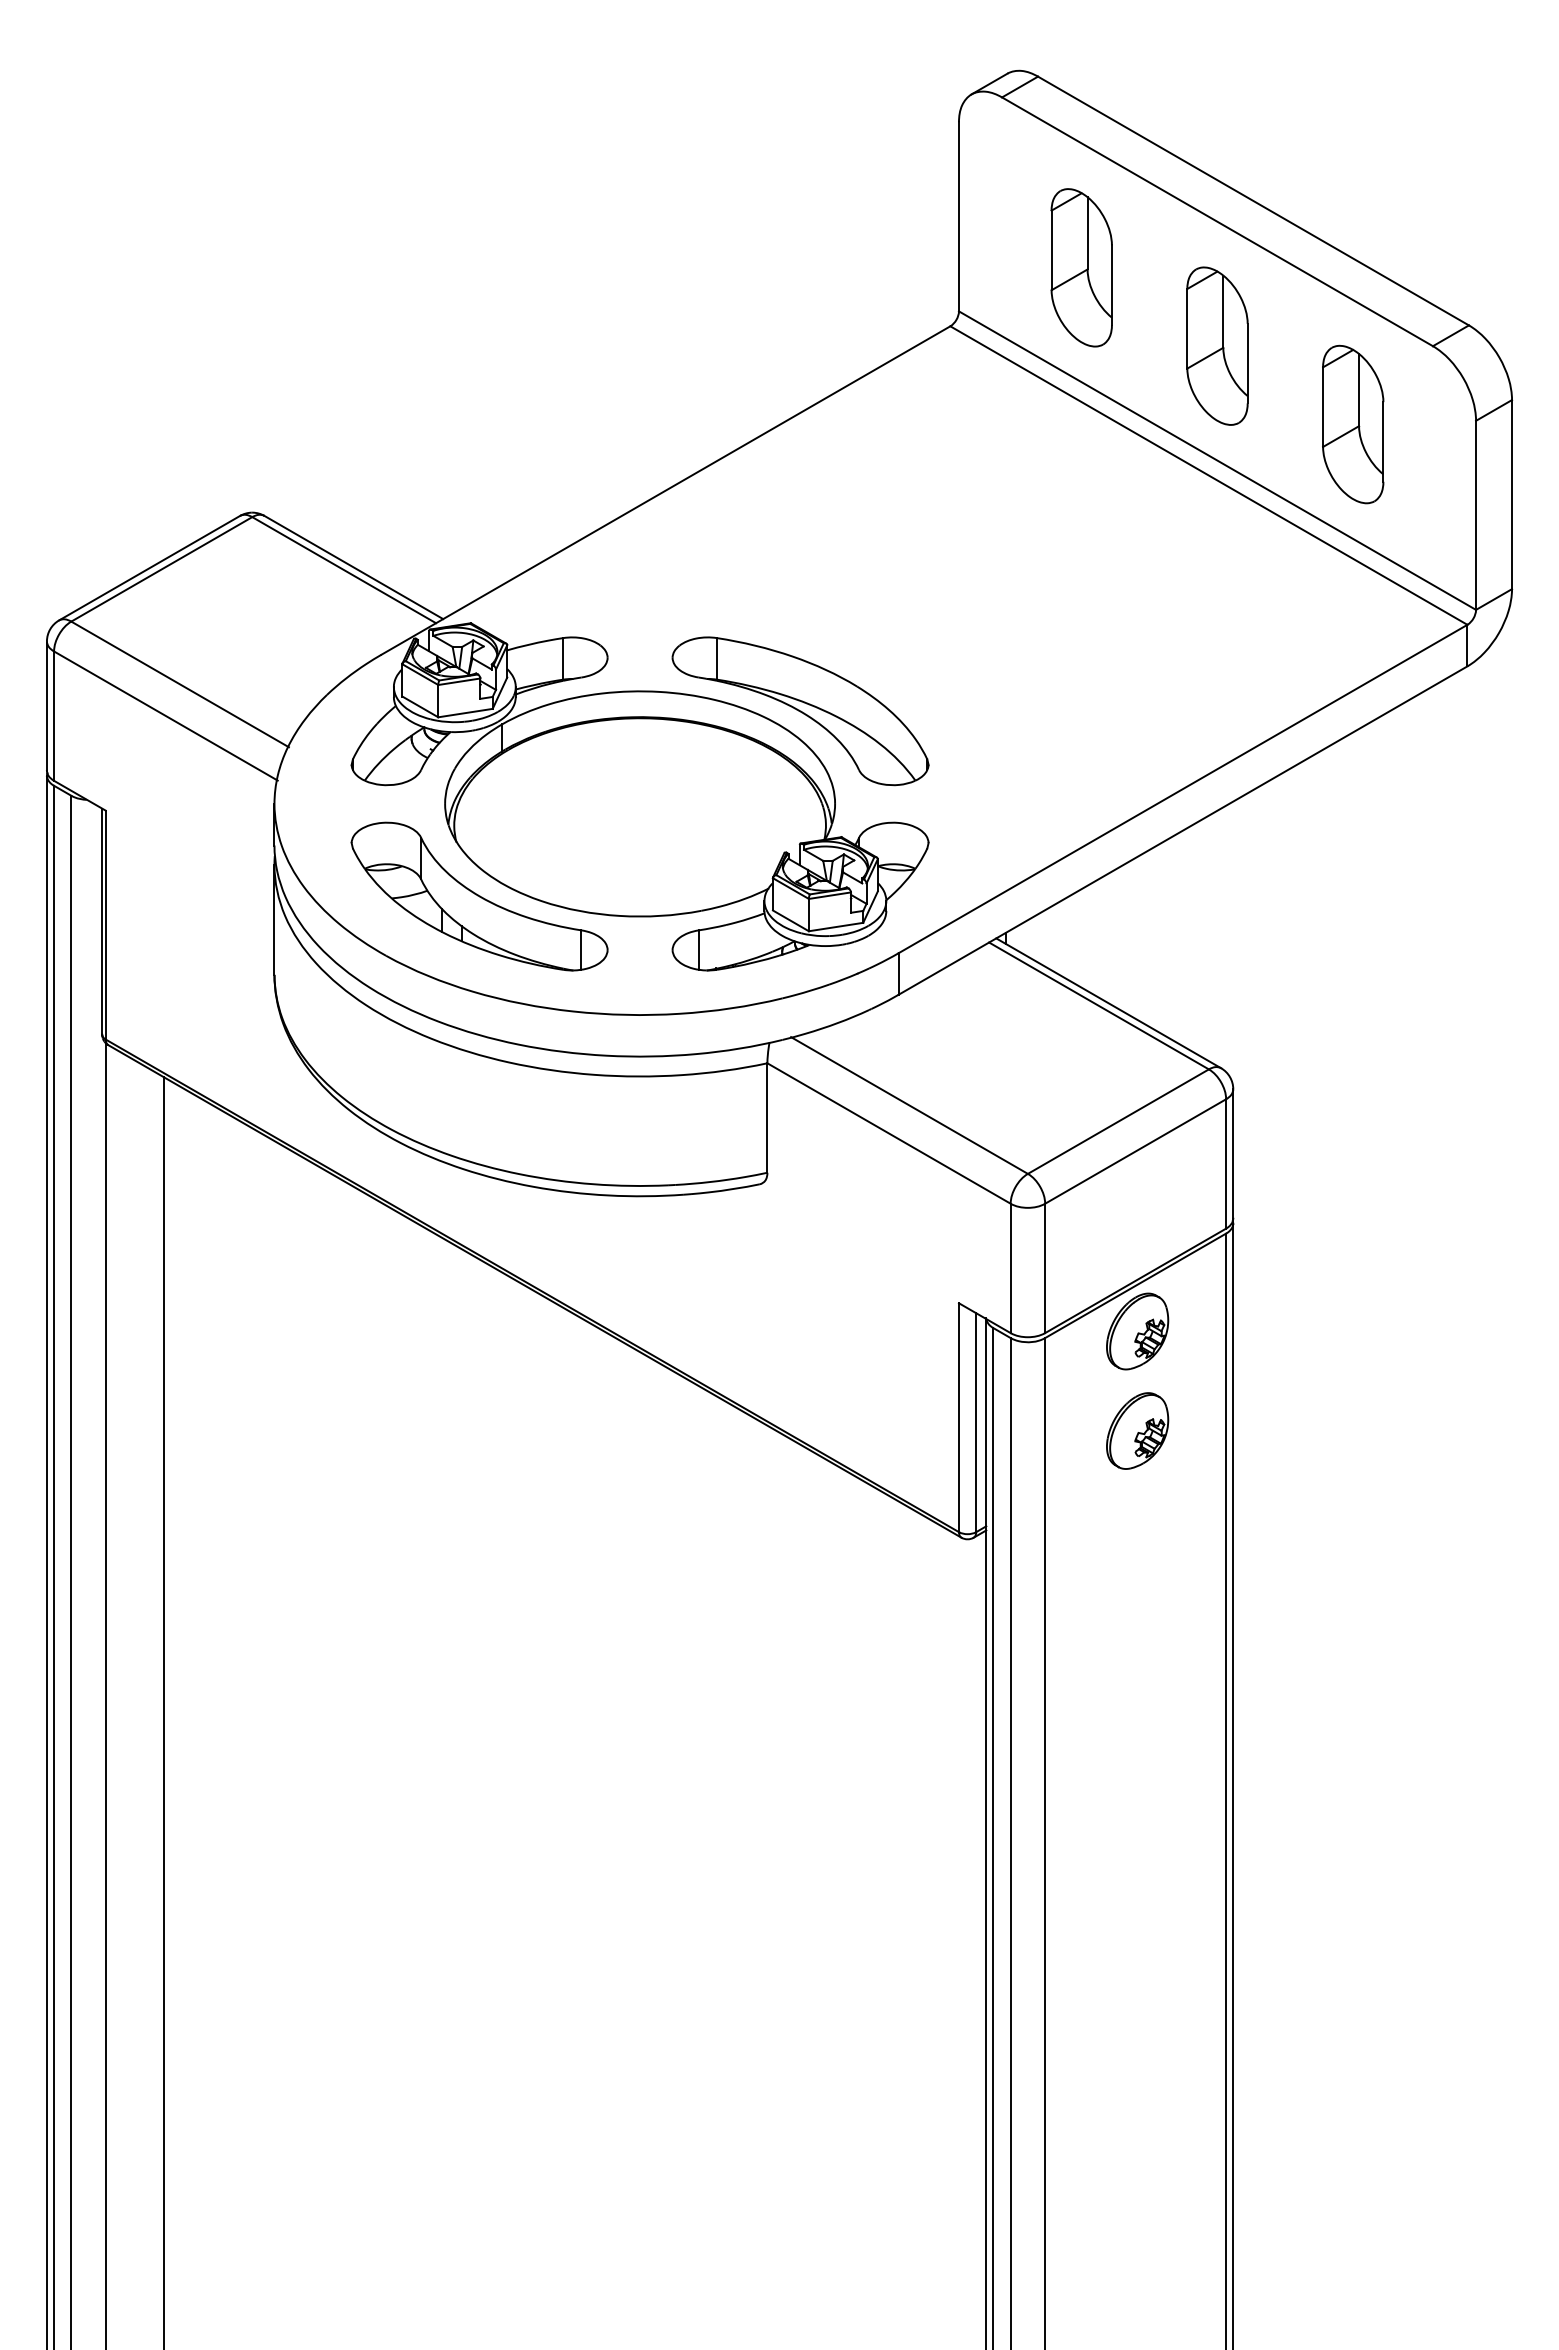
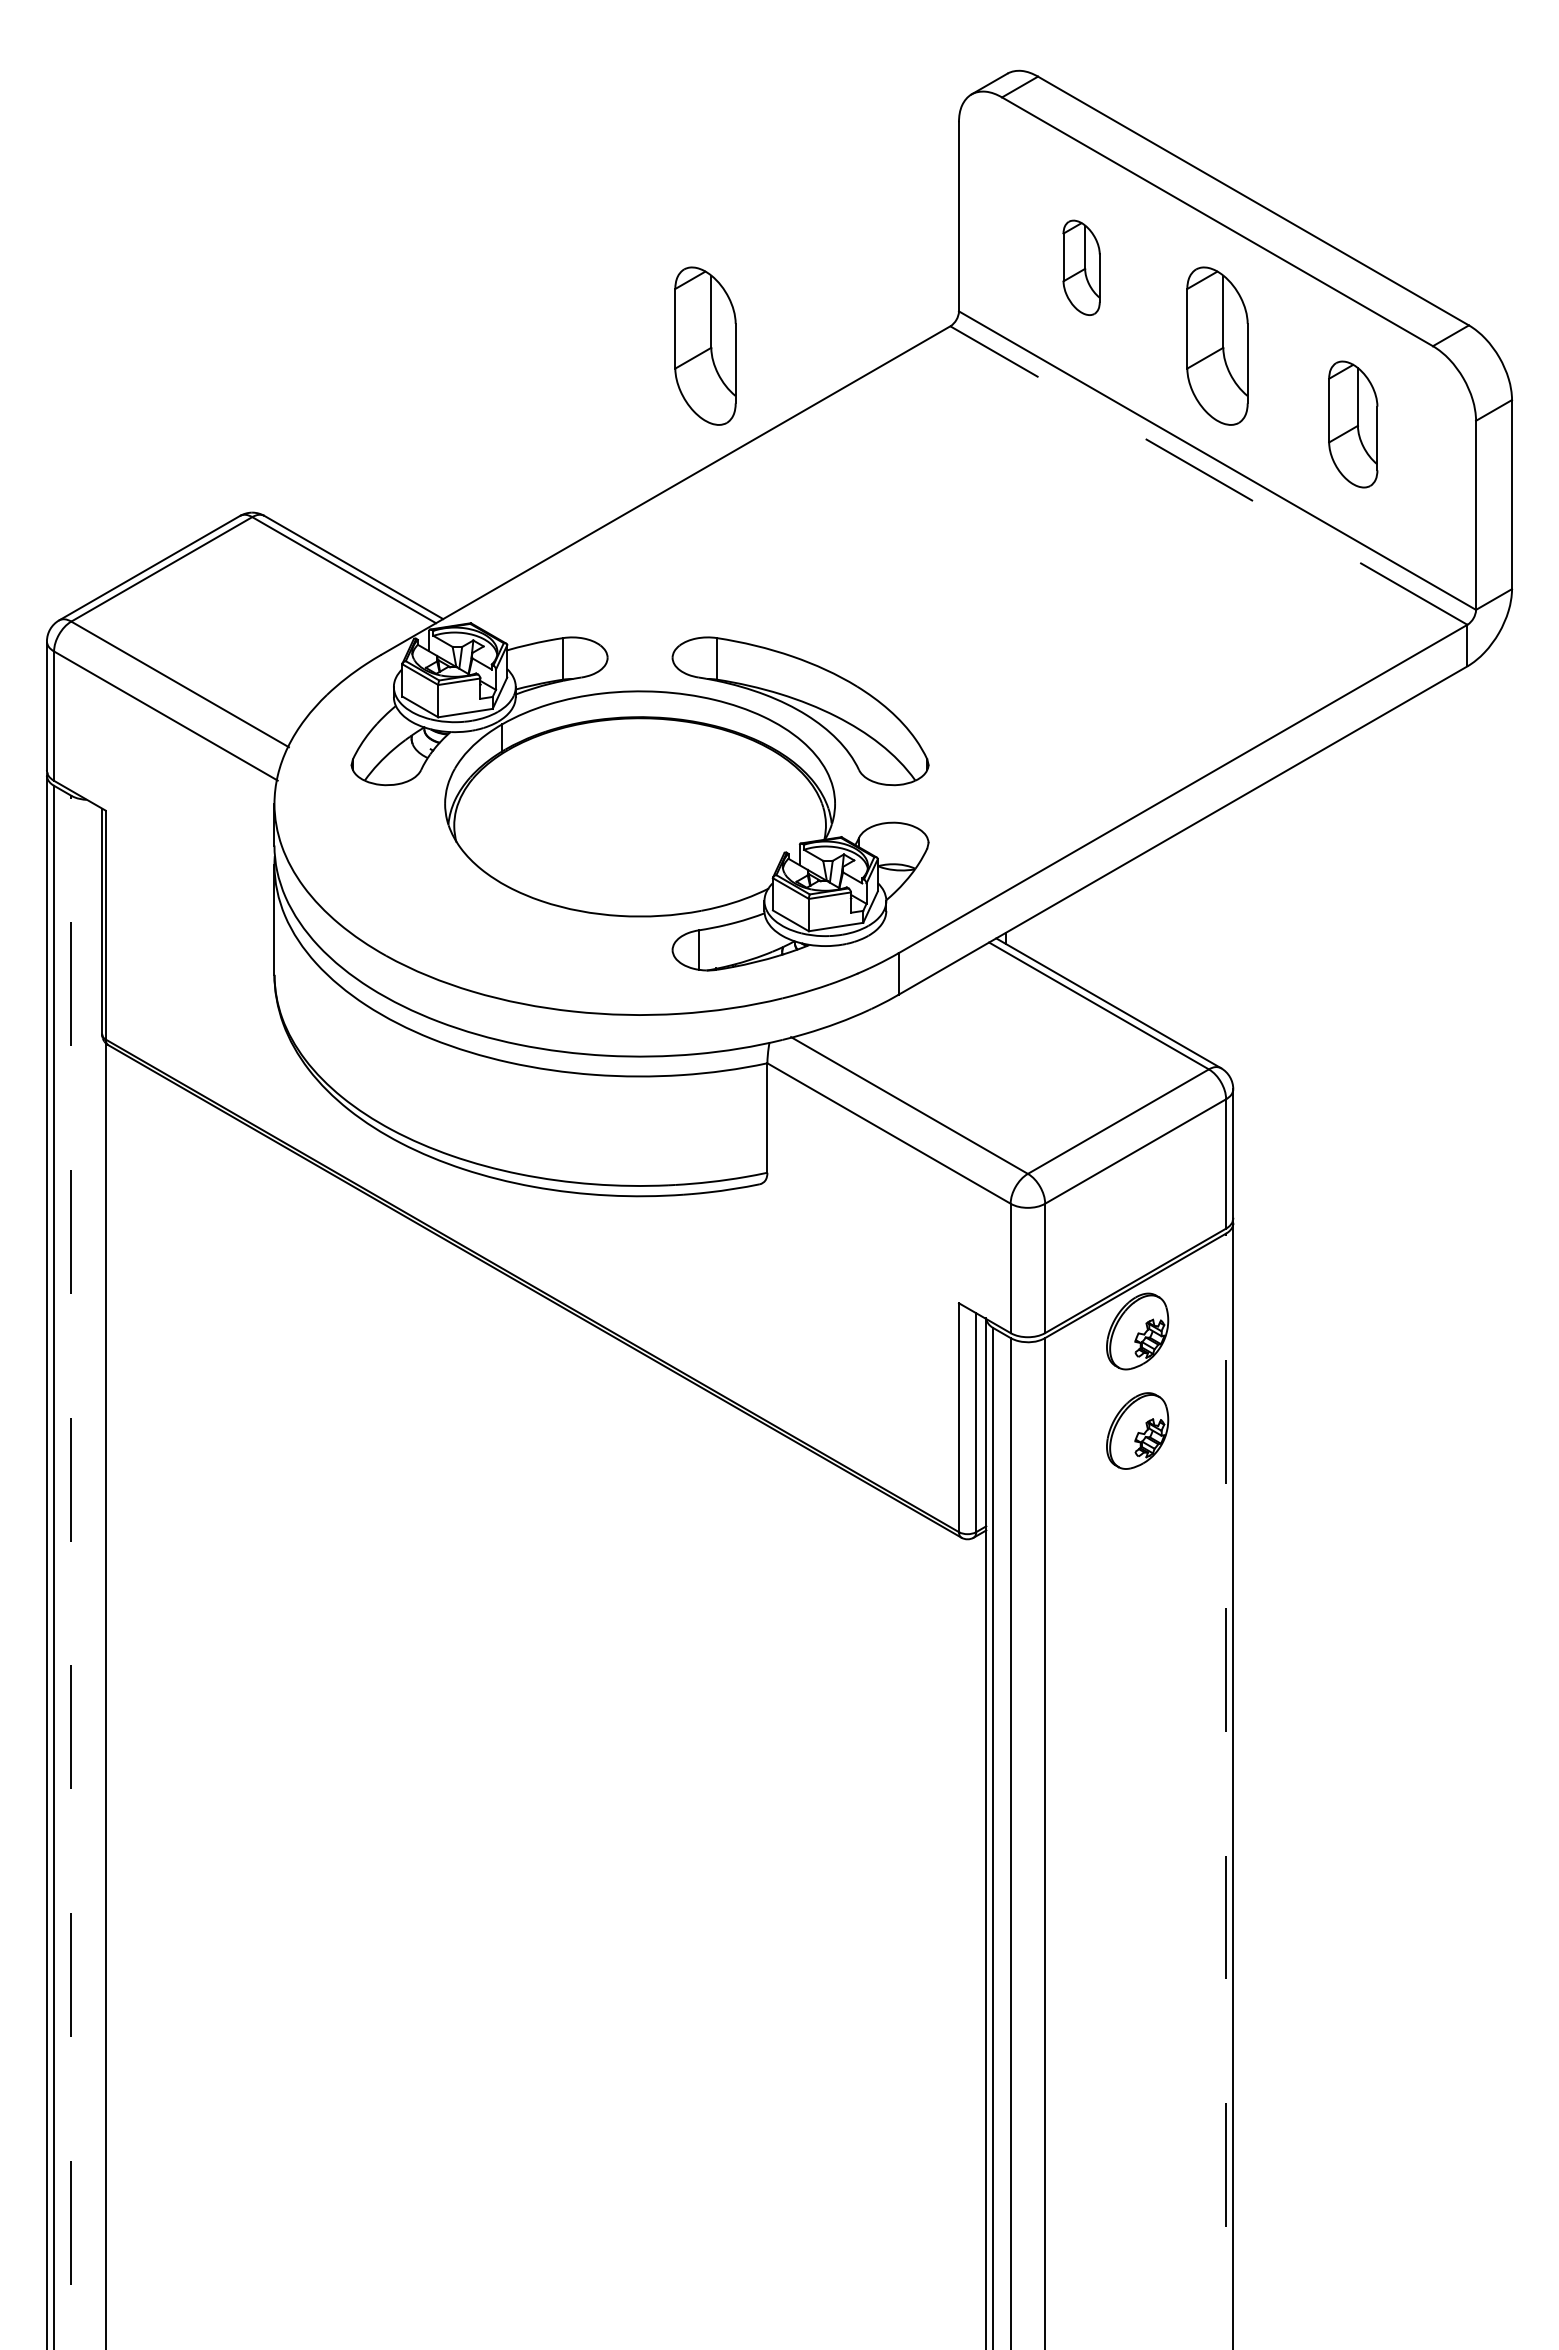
part at (1081, 267) size: 63x160 px -> 39x97 px
part at (705, 345): none -> present
part at (1353, 424) size: 63x161 px -> 51x129 px
line at (1208, 475): solid -> dashed
part at (479, 896): present -> none
line at (71, 1571): solid -> dashed
line at (163, 1711): present -> none
line at (1226, 1791): solid -> dashed
